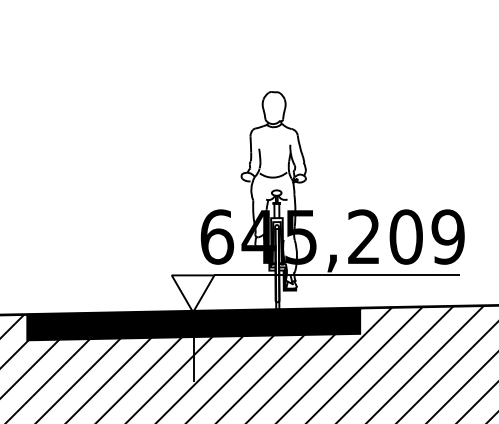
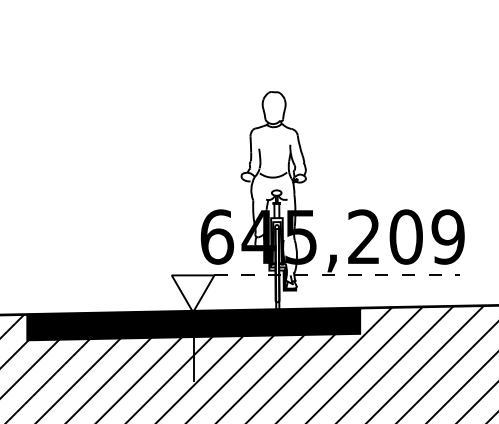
line at (337, 275): solid -> dashed
